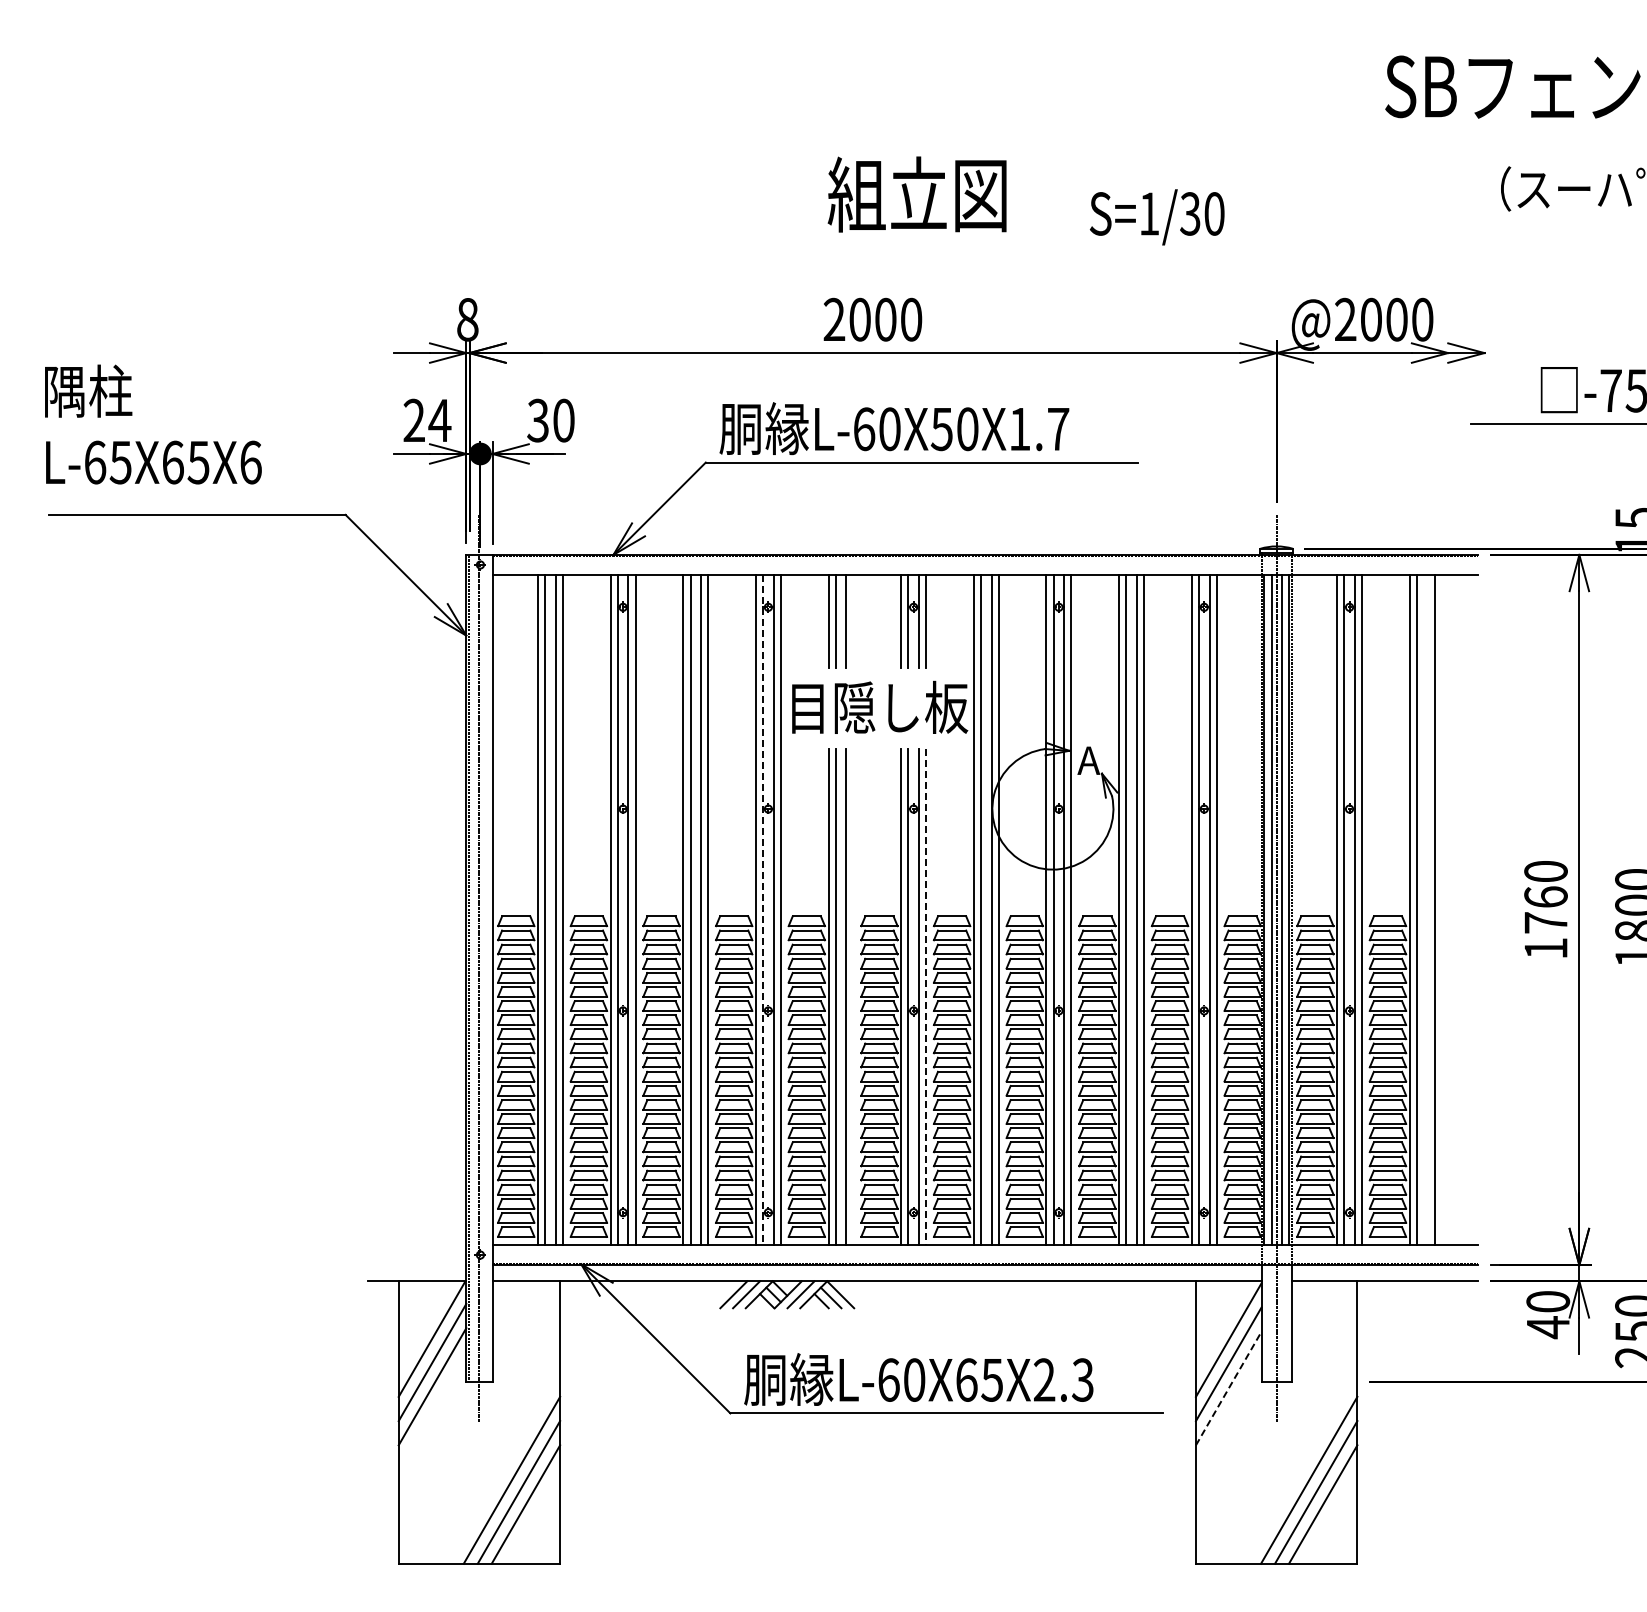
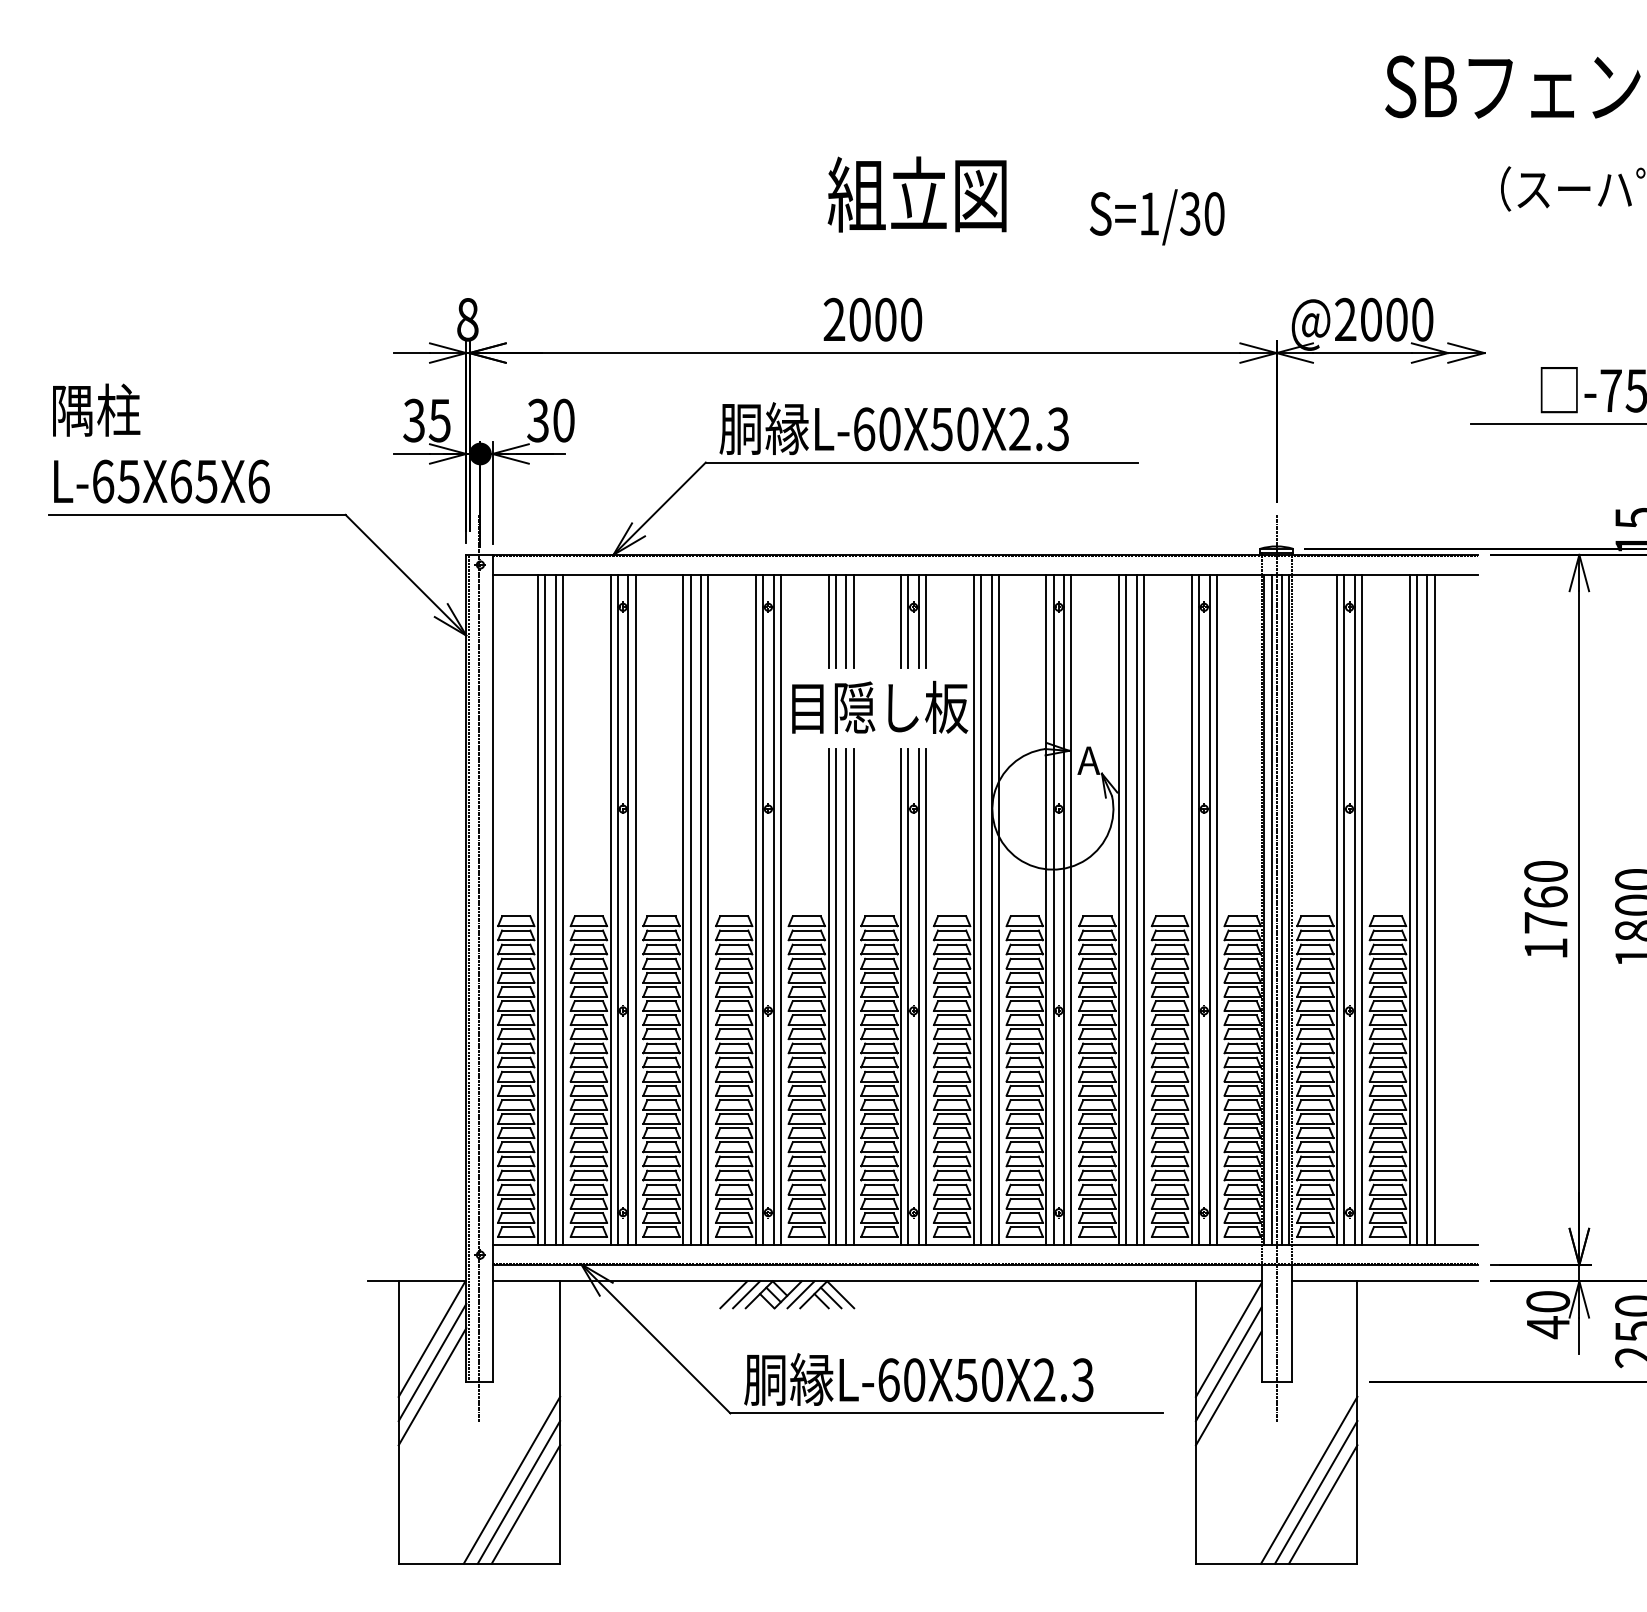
text at (427, 420): 24 -> 35
text at (153, 424) position: (153, 424) -> (161, 443)
text at (1039, 429): L-60X50X1.7 -> L-60X50X2.3
line at (853, 621): none -> present
line at (1427, 909): none -> present
line at (763, 910): dashed -> solid
line at (853, 996): none -> present
line at (926, 997): dashed -> solid
text at (979, 1379): L-60X65X2.3 -> L-60X50X2.3
line at (1228, 1388): dashed -> solid
